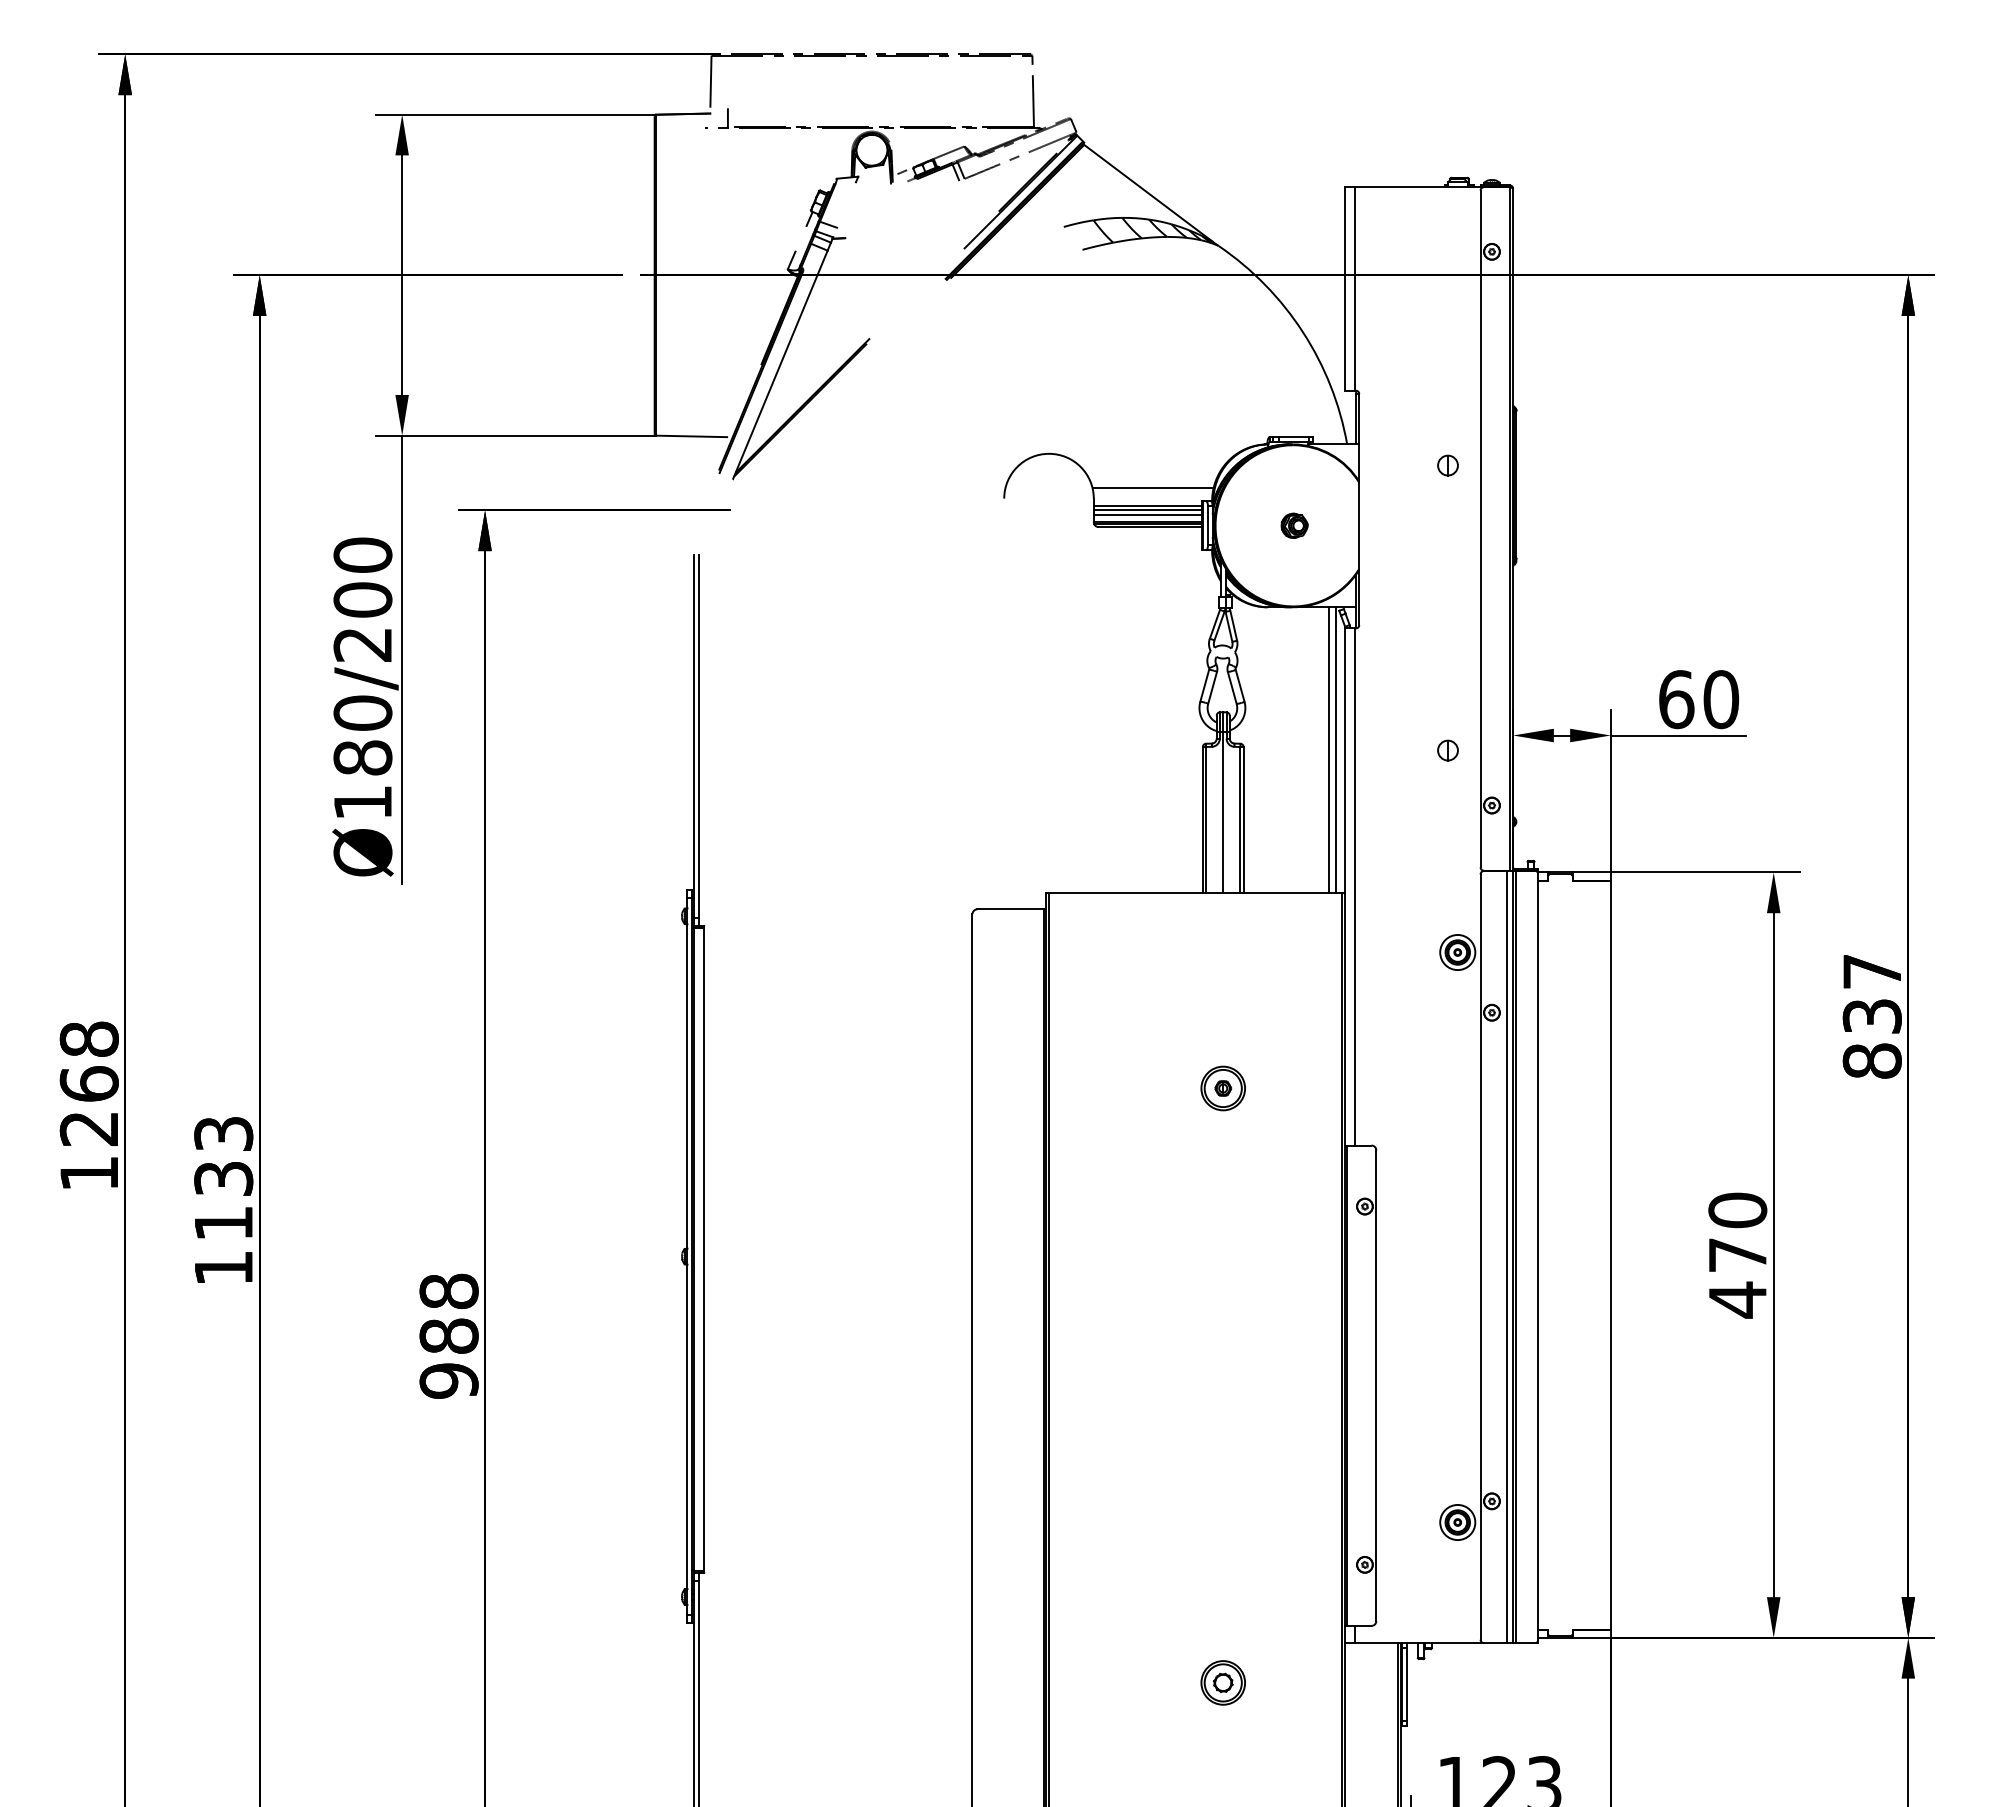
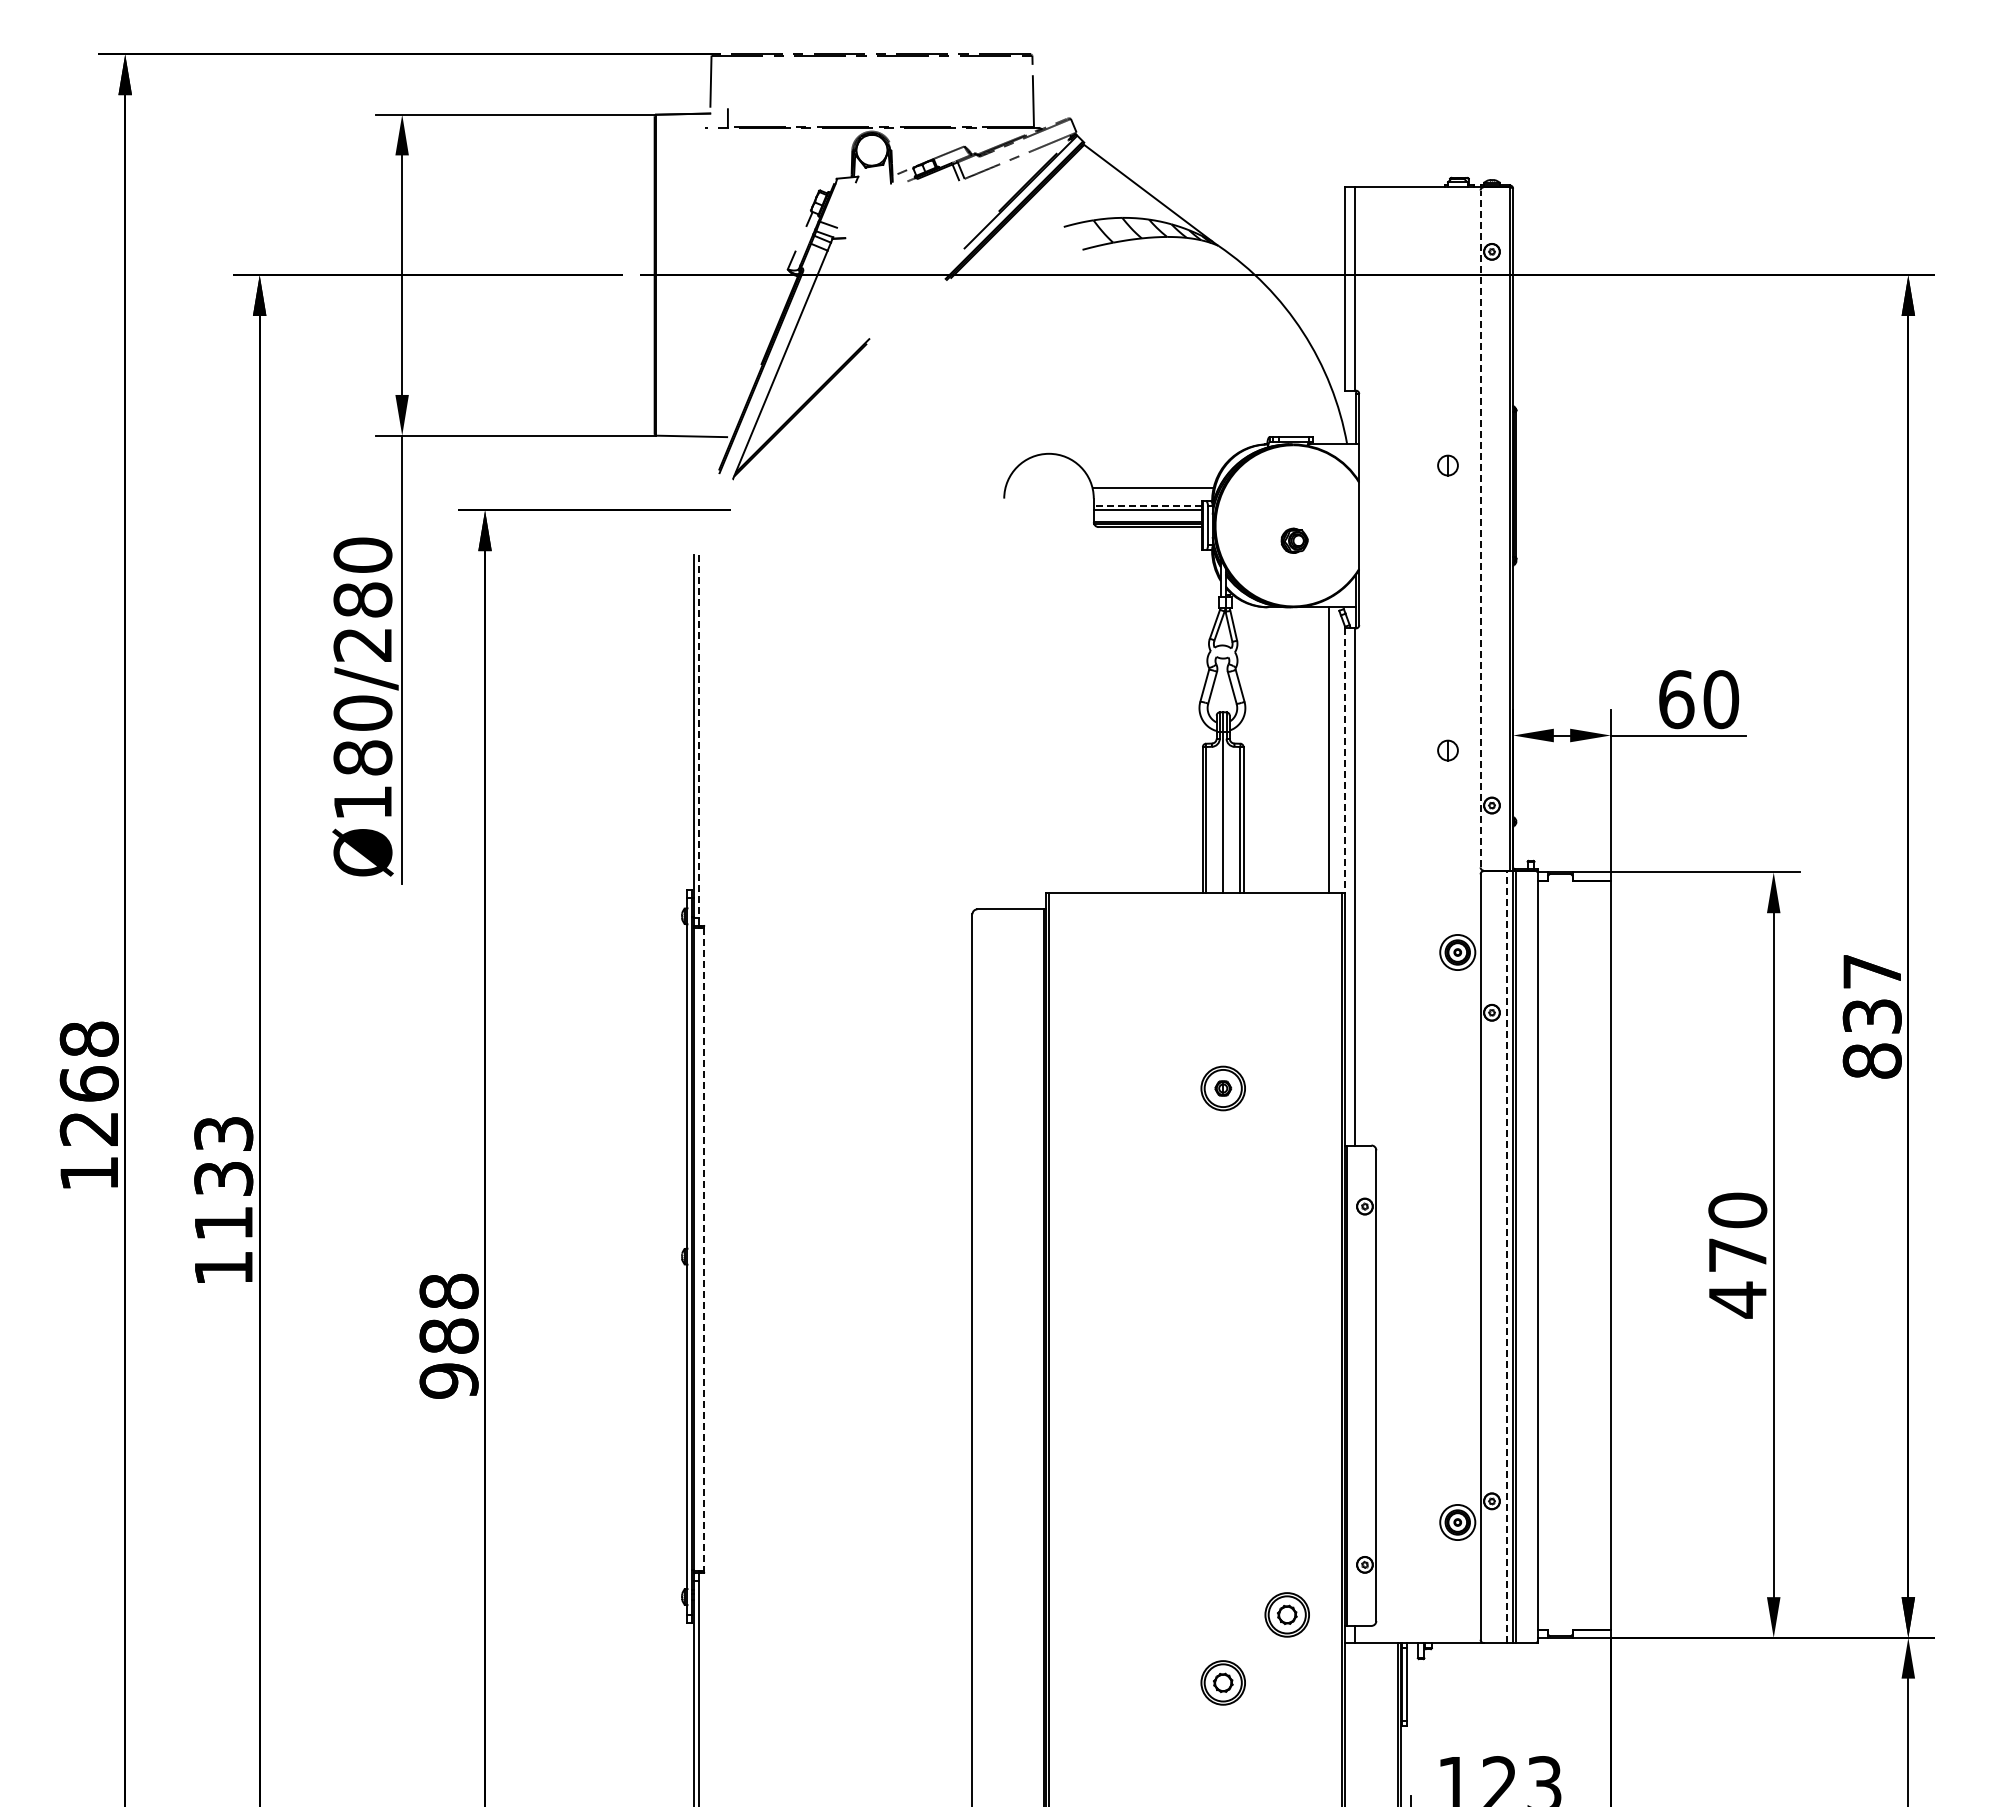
line at (1147, 505): solid -> dashed
line at (1147, 514): present -> none
part at (1294, 525) position: (1294, 525) -> (1294, 540)
line at (1480, 528): solid -> dashed
text at (362, 599): Ø180/200 -> Ø180/280
line at (698, 736): solid -> dashed
line at (1336, 750): present -> none
line at (1345, 761): solid -> dashed
line at (703, 1249): solid -> dashed
line at (1506, 1257): solid -> dashed
part at (1286, 1614): none -> present
